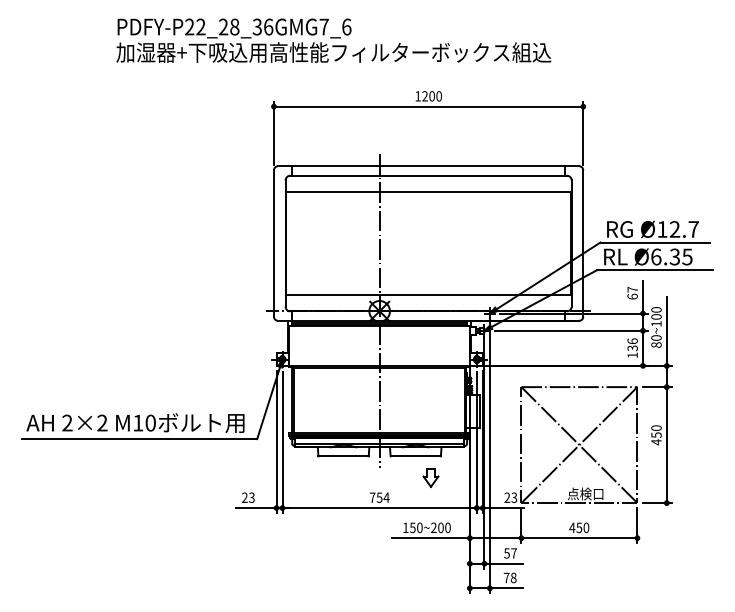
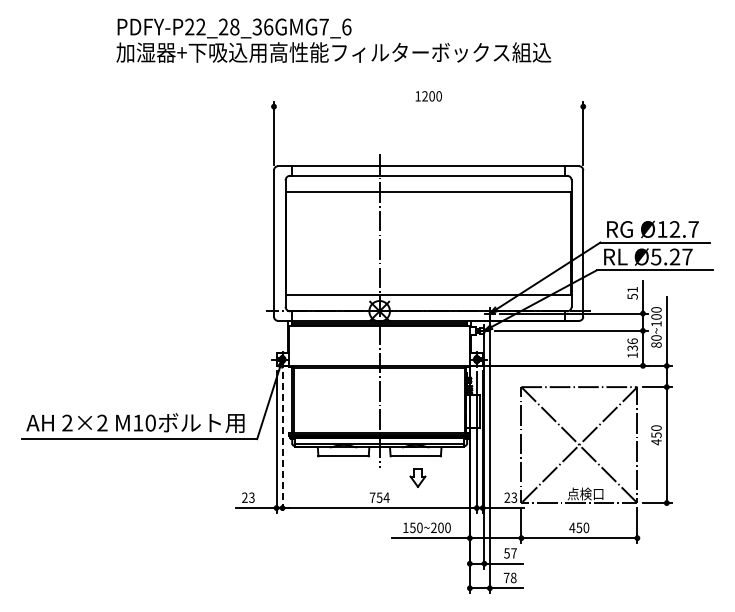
line at (428, 106): present -> none
text at (671, 256): Ø6.35 -> Ø5.27
text at (632, 292): 67 -> 51
line at (282, 443): solid -> dashed
part at (430, 477) position: (430, 477) -> (417, 477)
